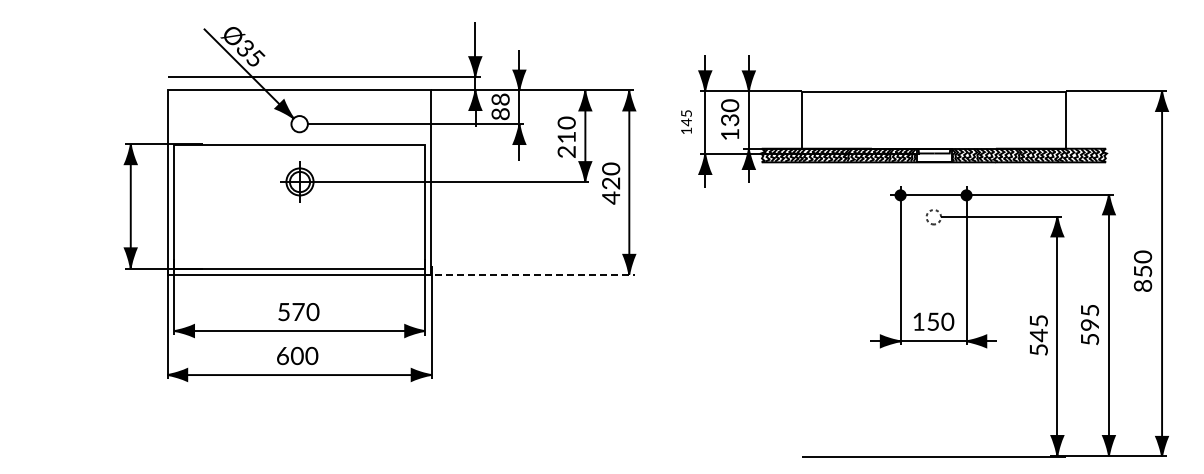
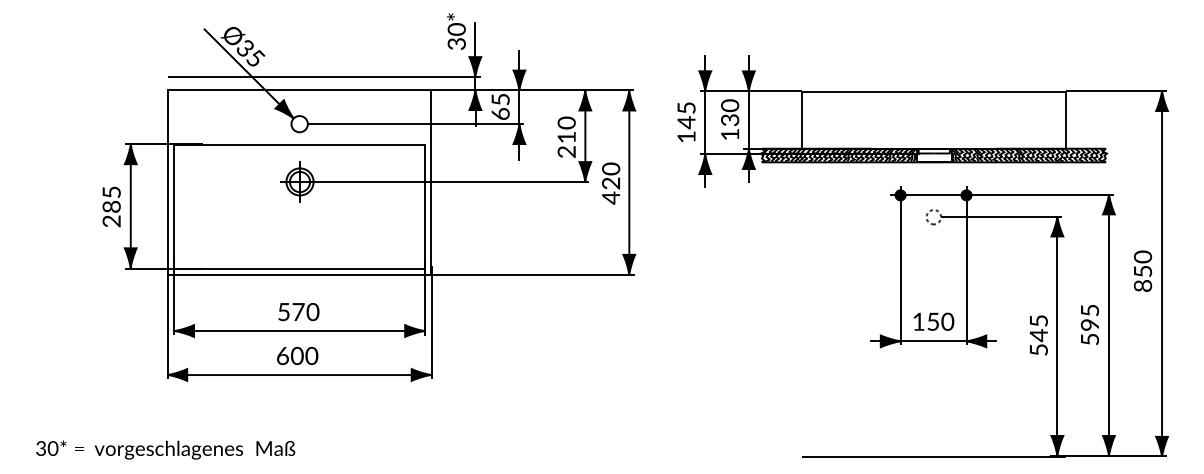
part at (456, 31): none -> present
text at (500, 106): 88 -> 65
part at (686, 121) size: 11x24 px -> 19x40 px
part at (111, 206): none -> present
line at (530, 274): dashed -> solid
part at (165, 449): none -> present
